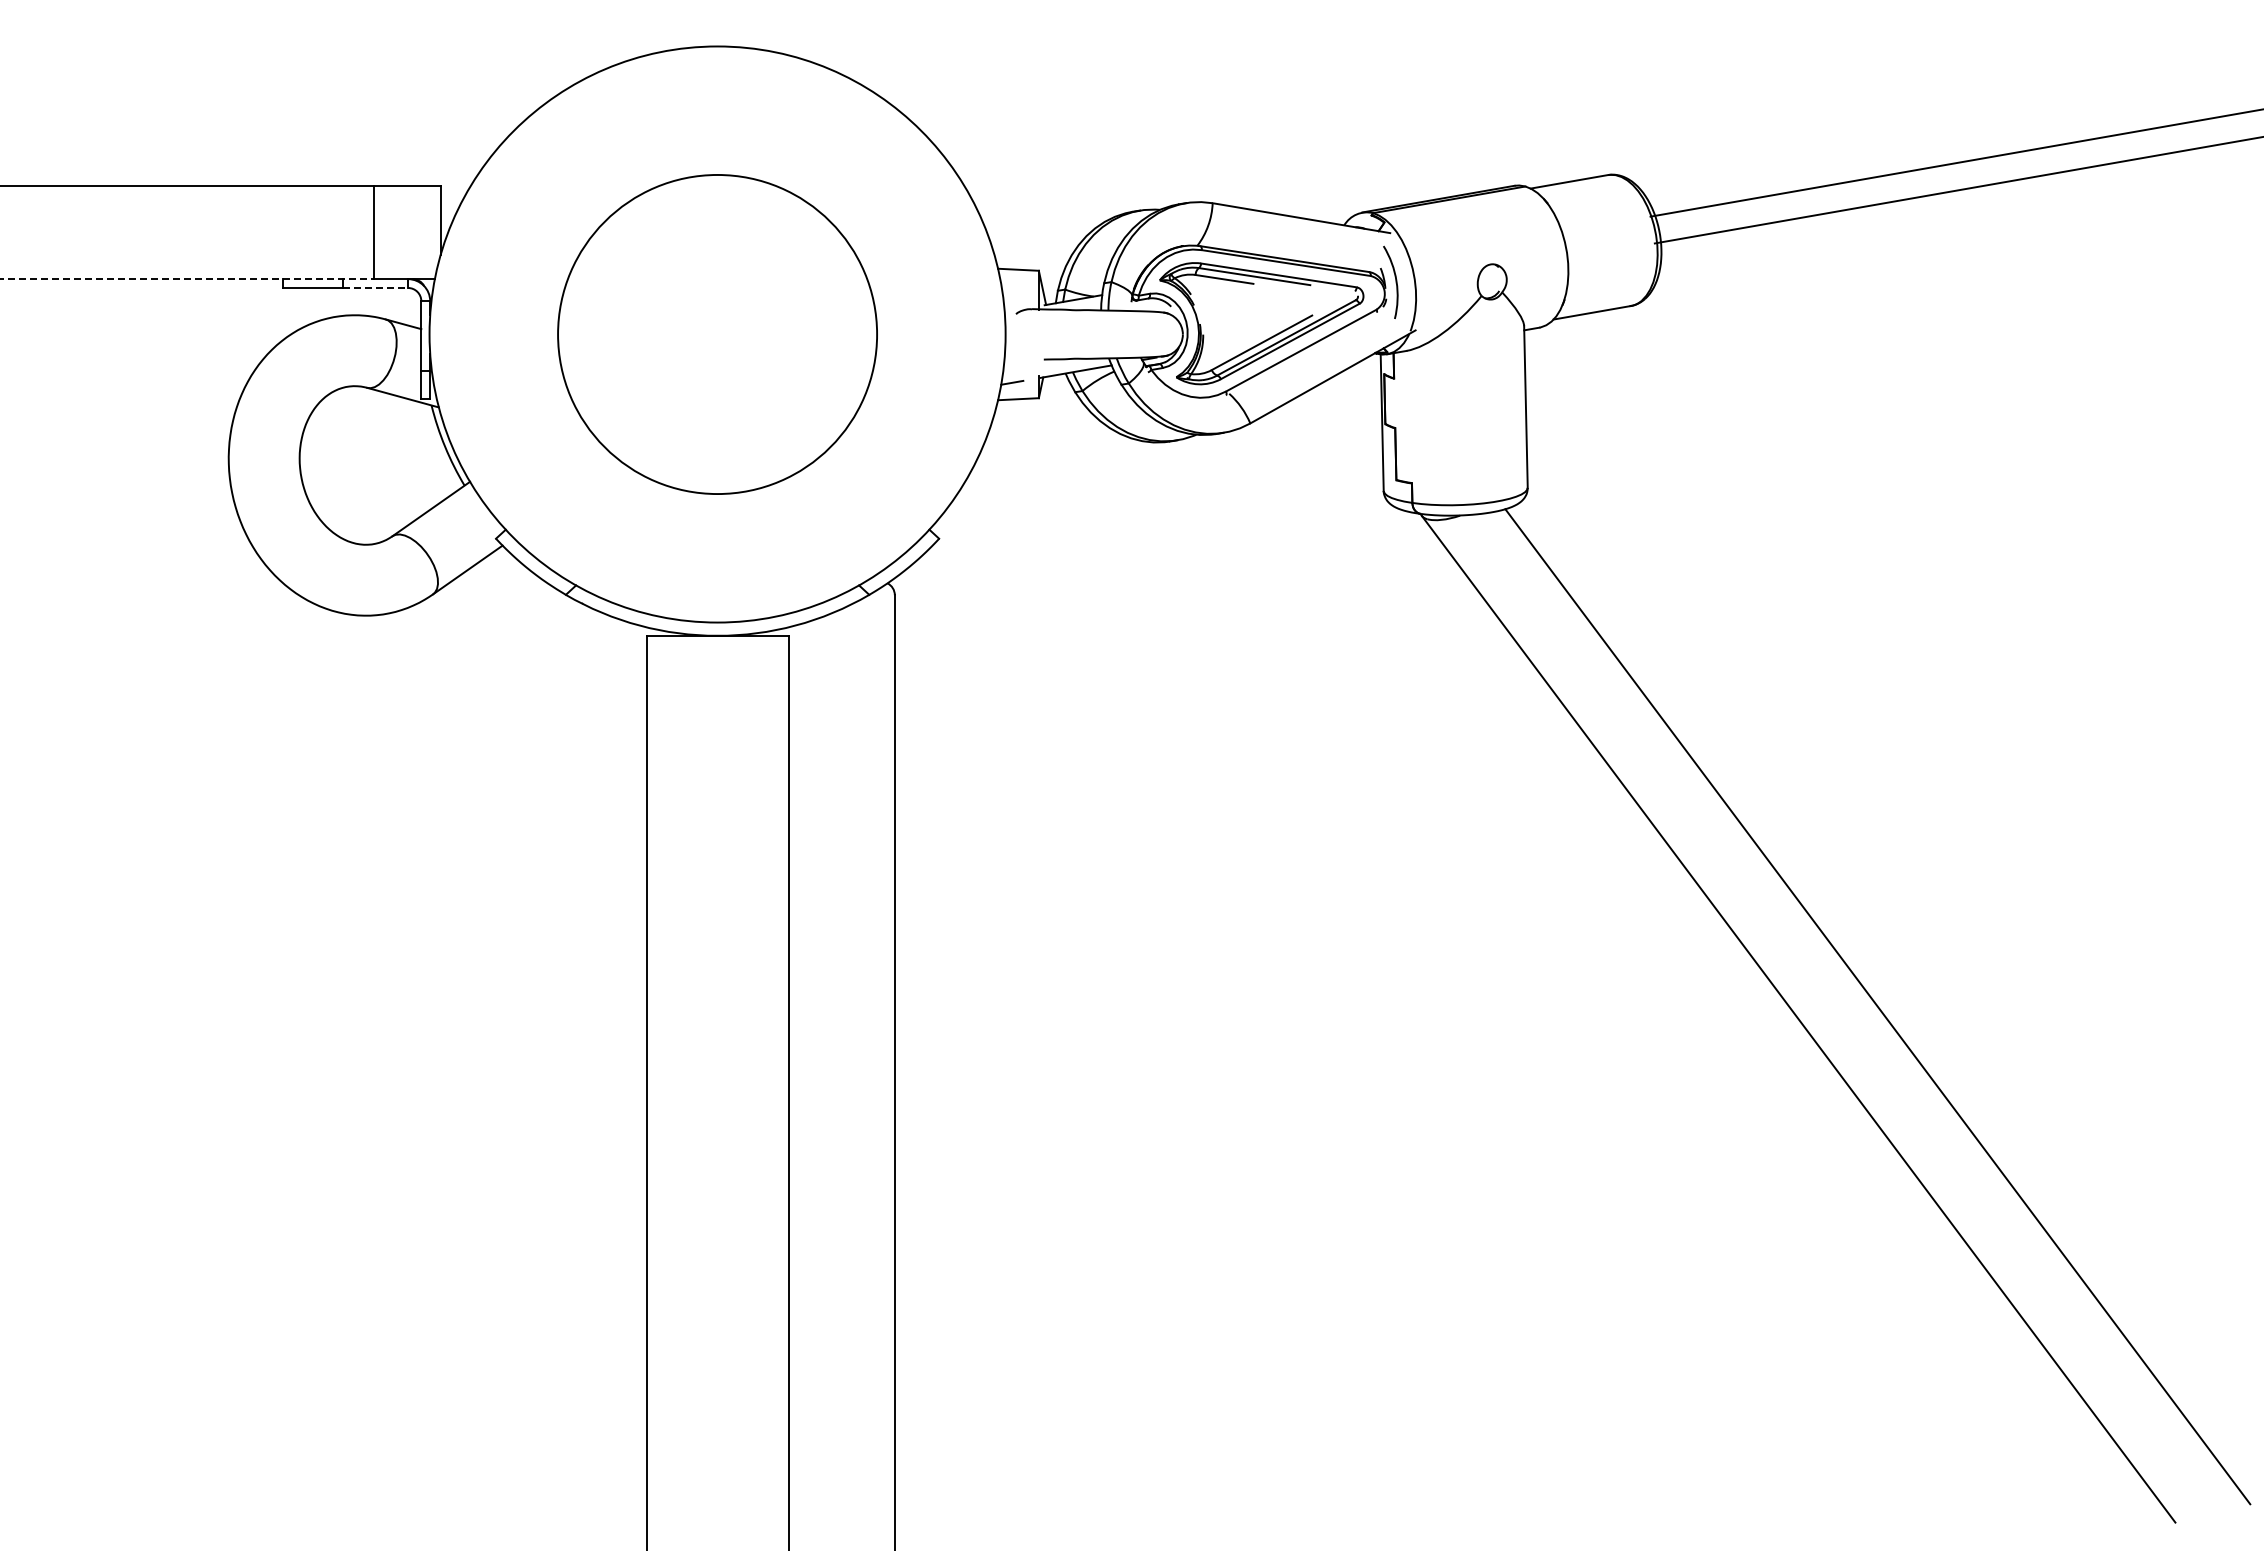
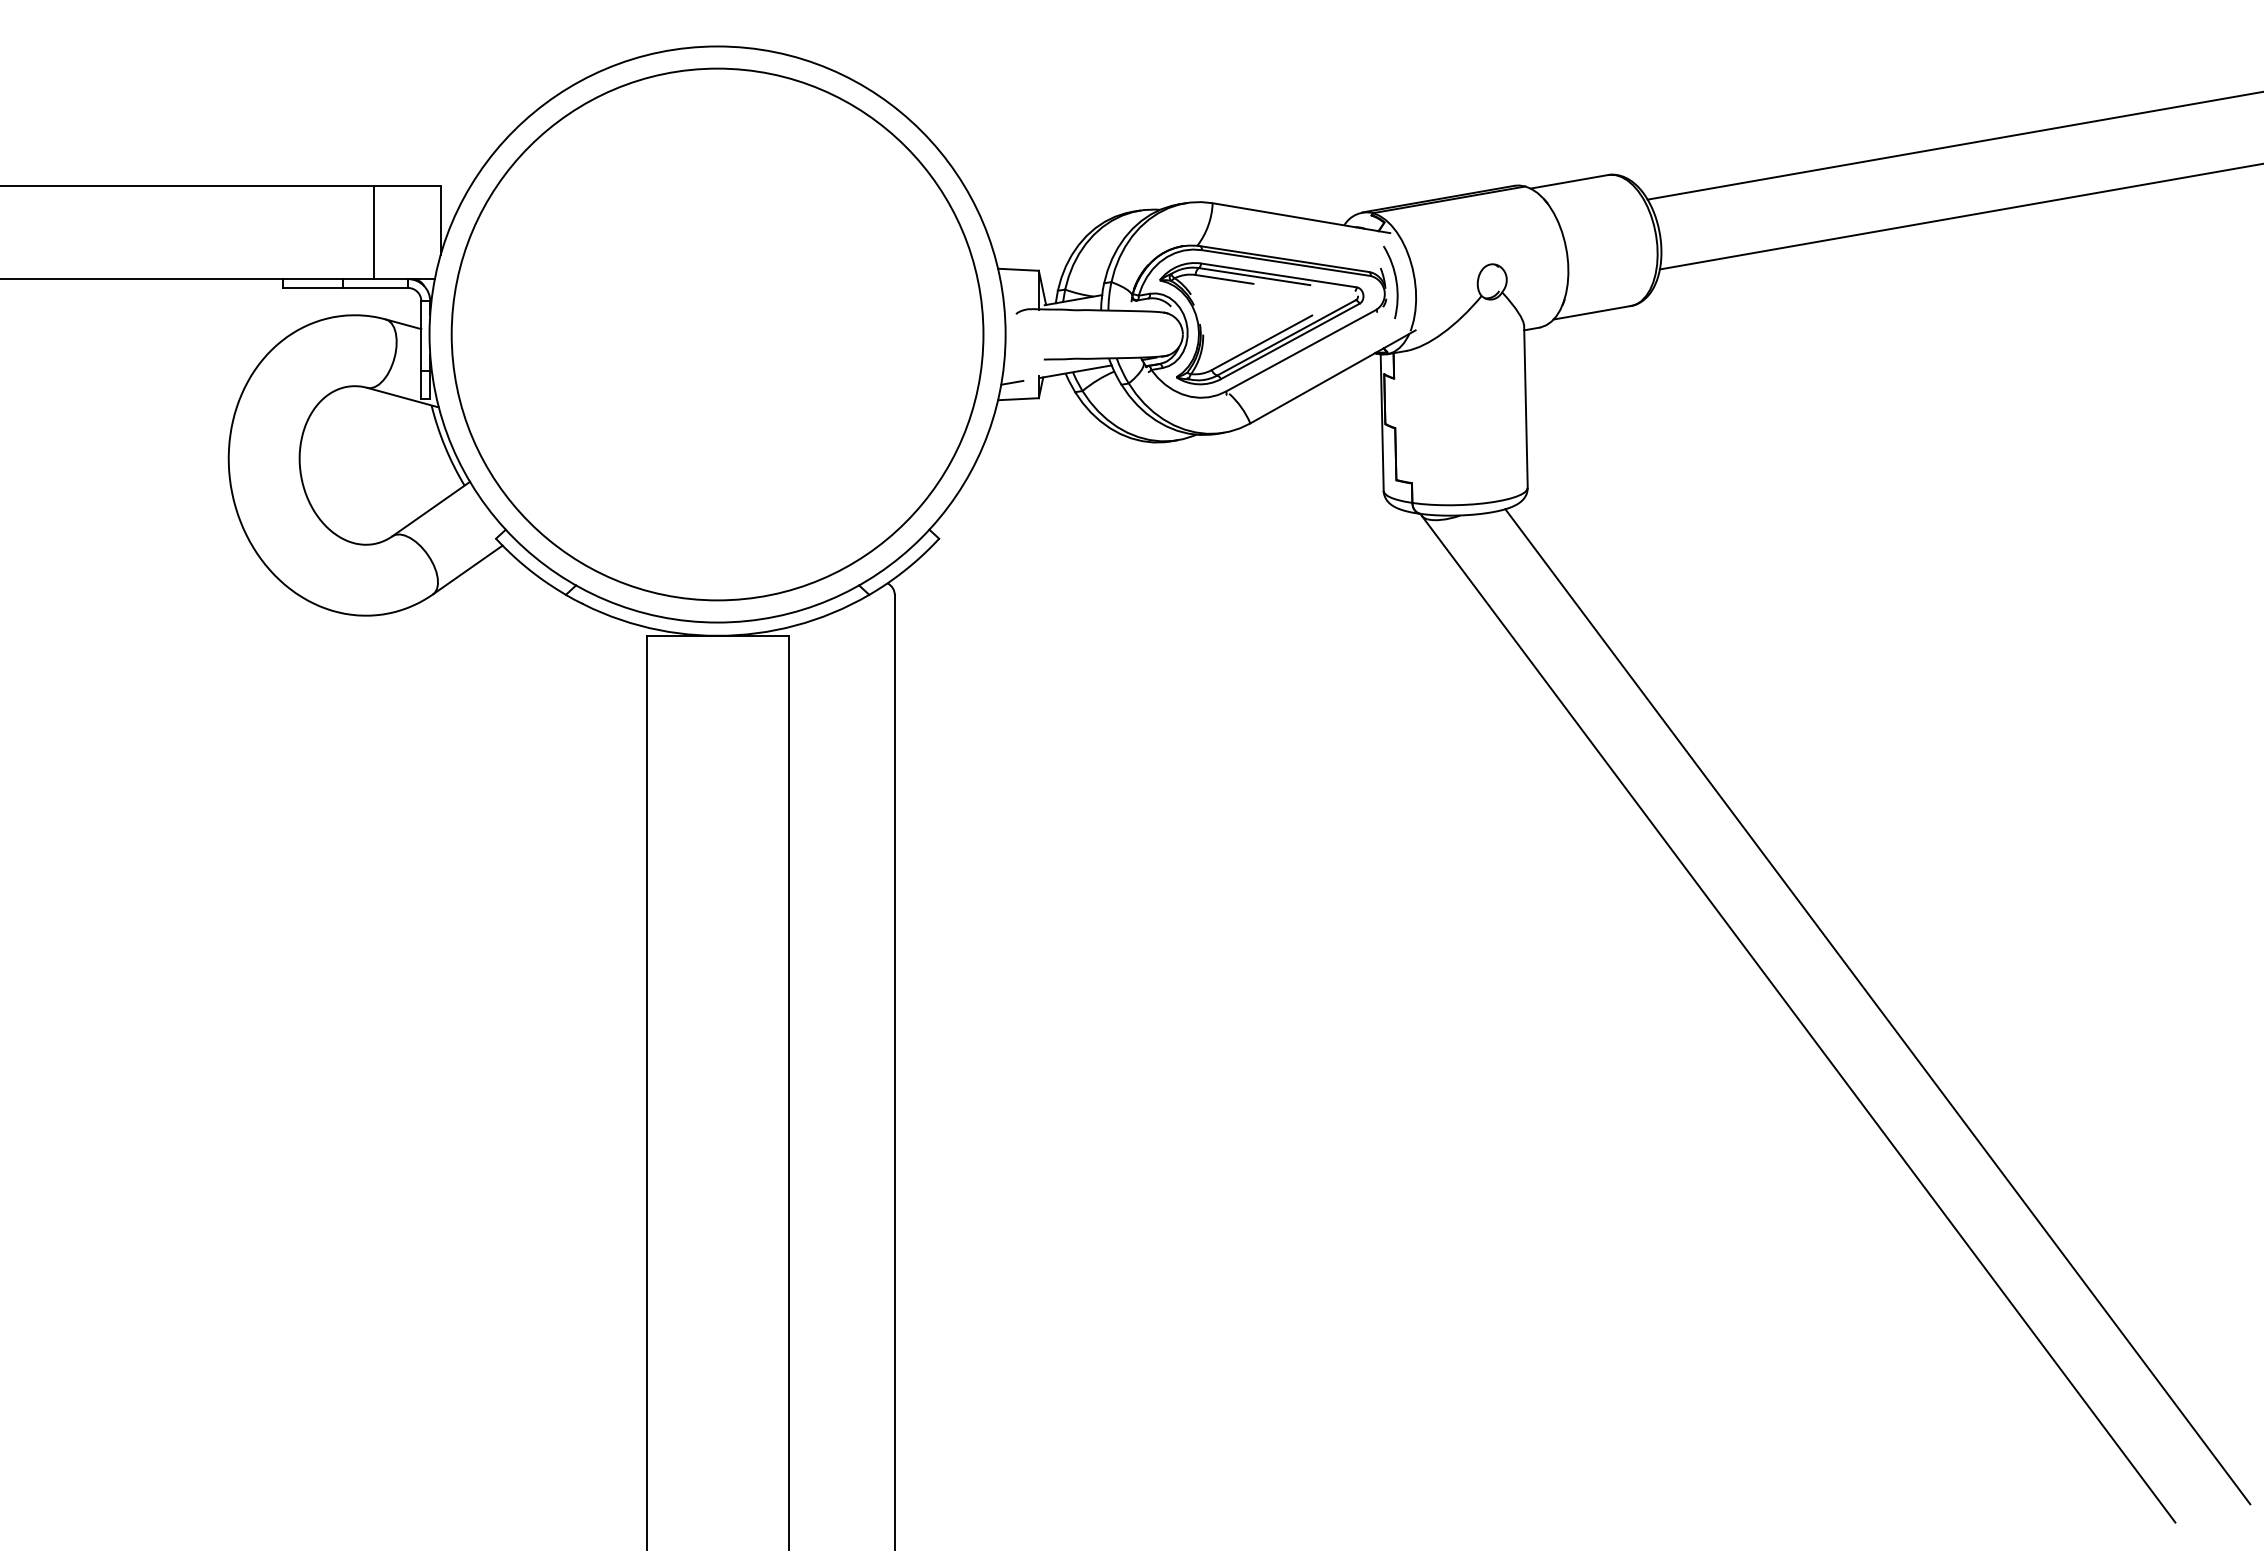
line at (1955, 162) position: (1955, 162) -> (1953, 145)
line at (1957, 190) position: (1957, 190) -> (1959, 216)
line at (187, 279): dashed -> solid
line at (376, 287): dashed -> solid
circle at (717, 334) diameter: 319 px -> 532 px
